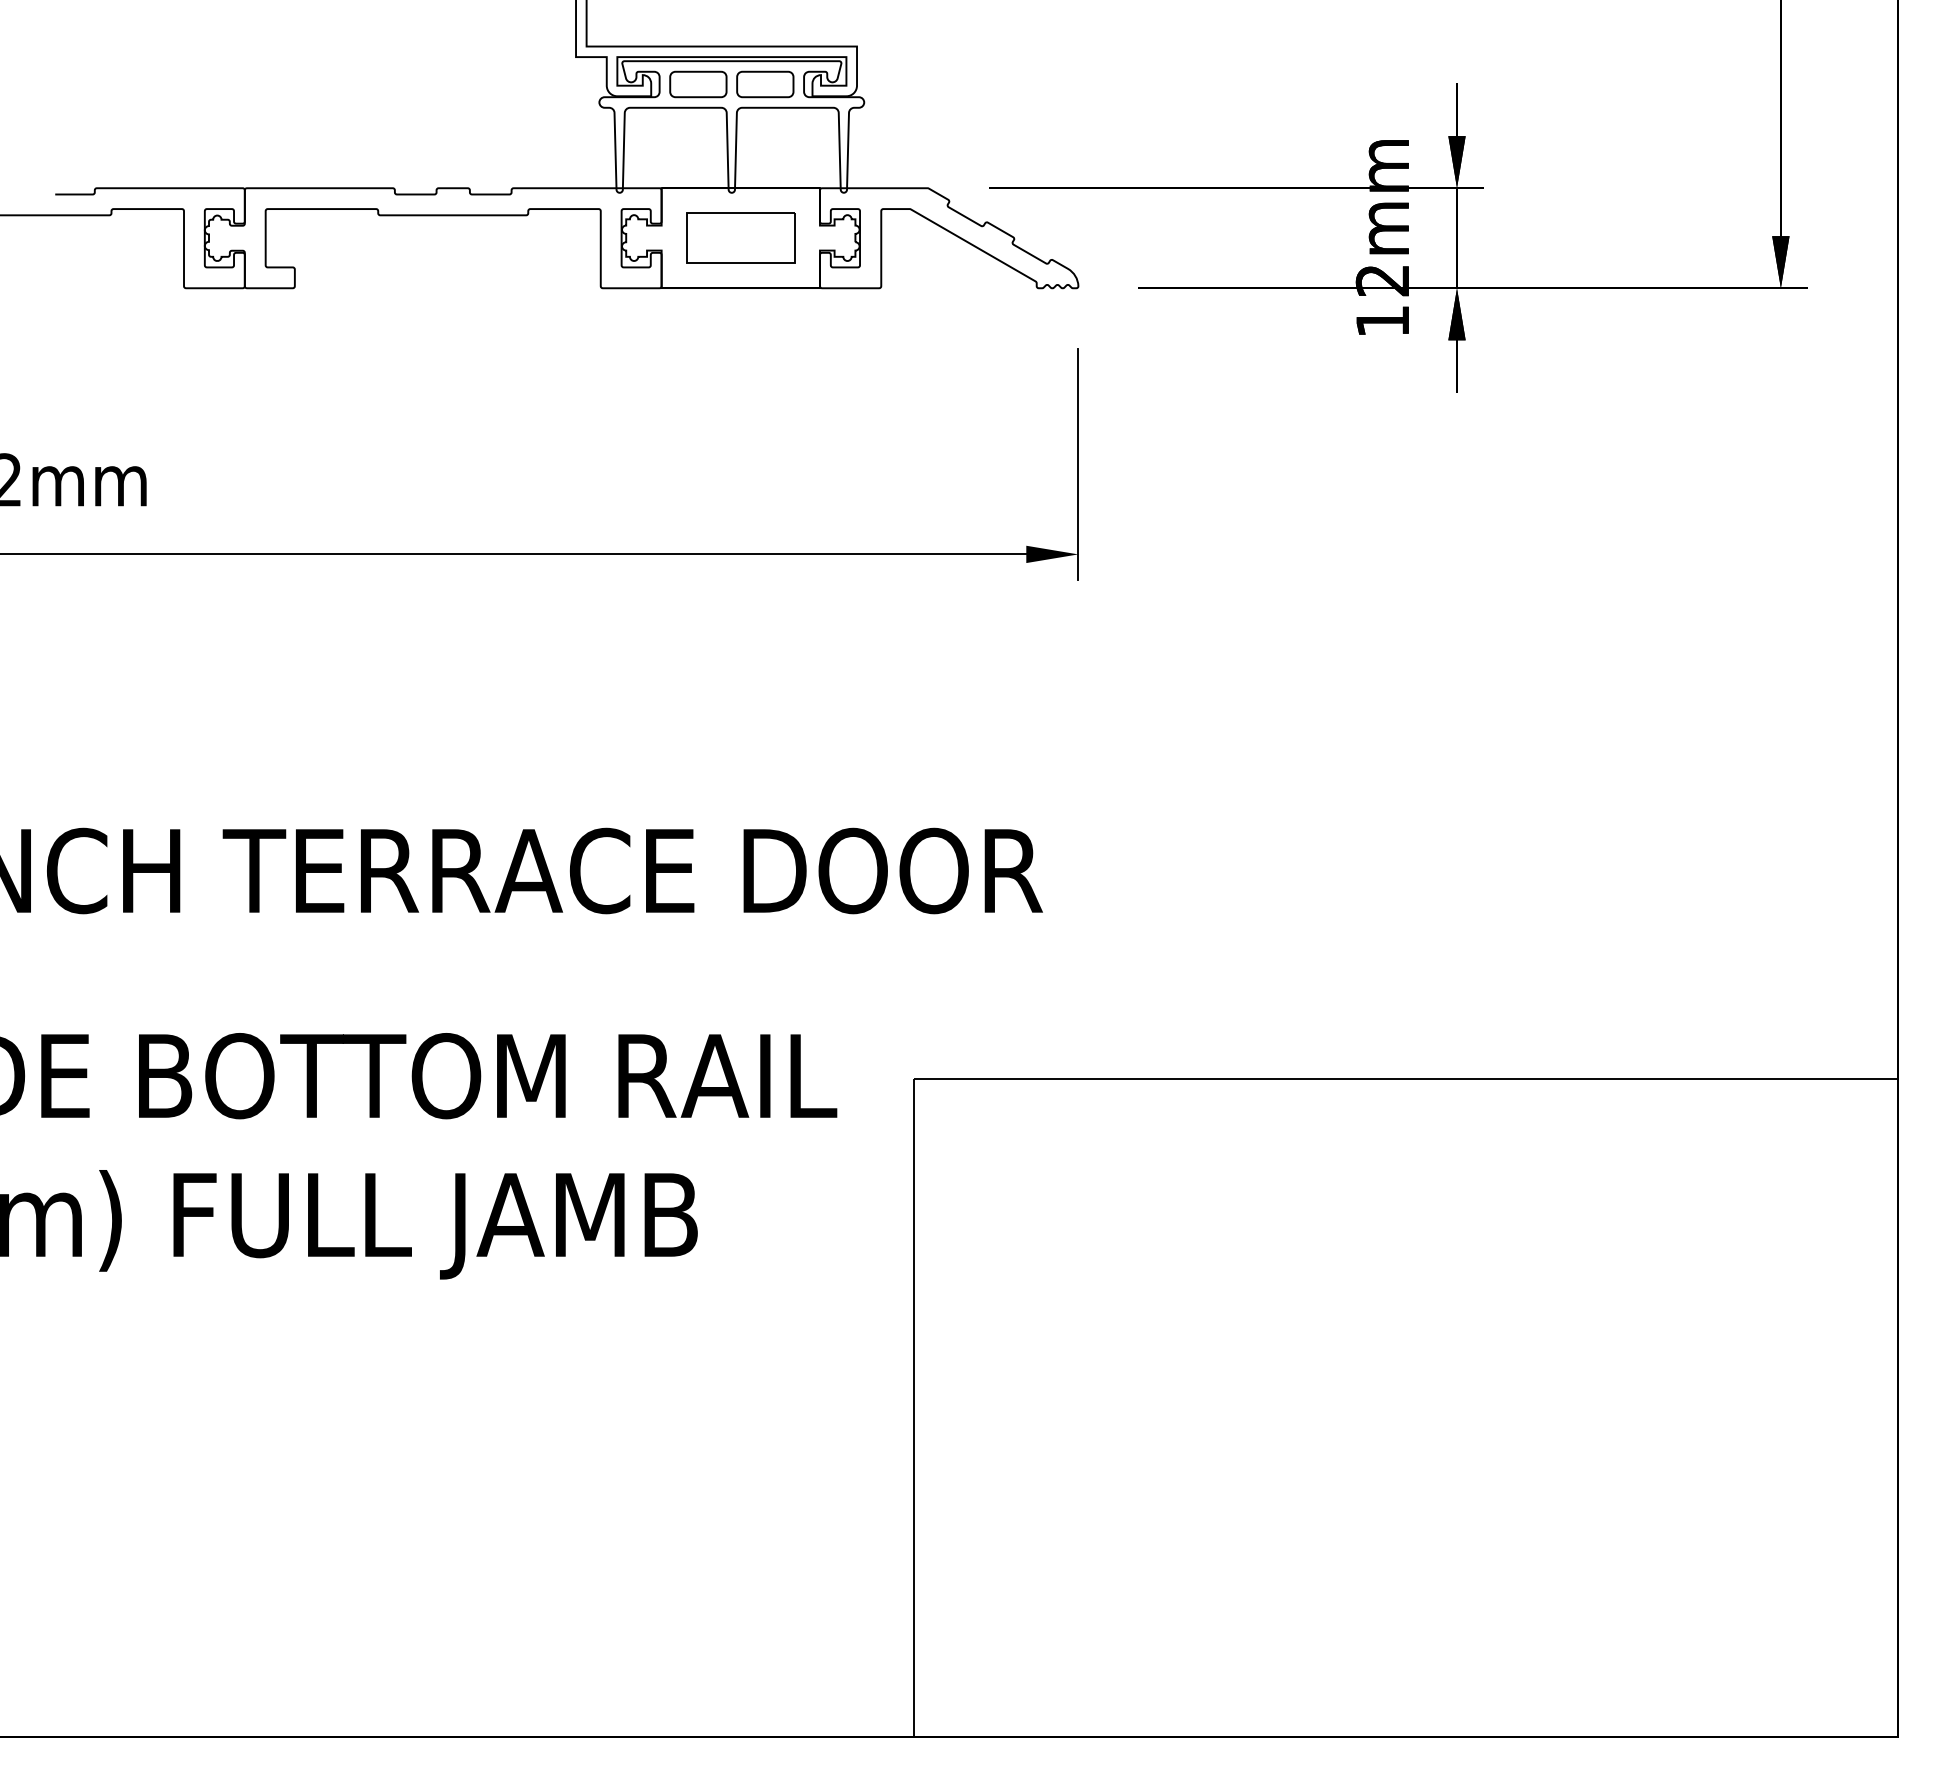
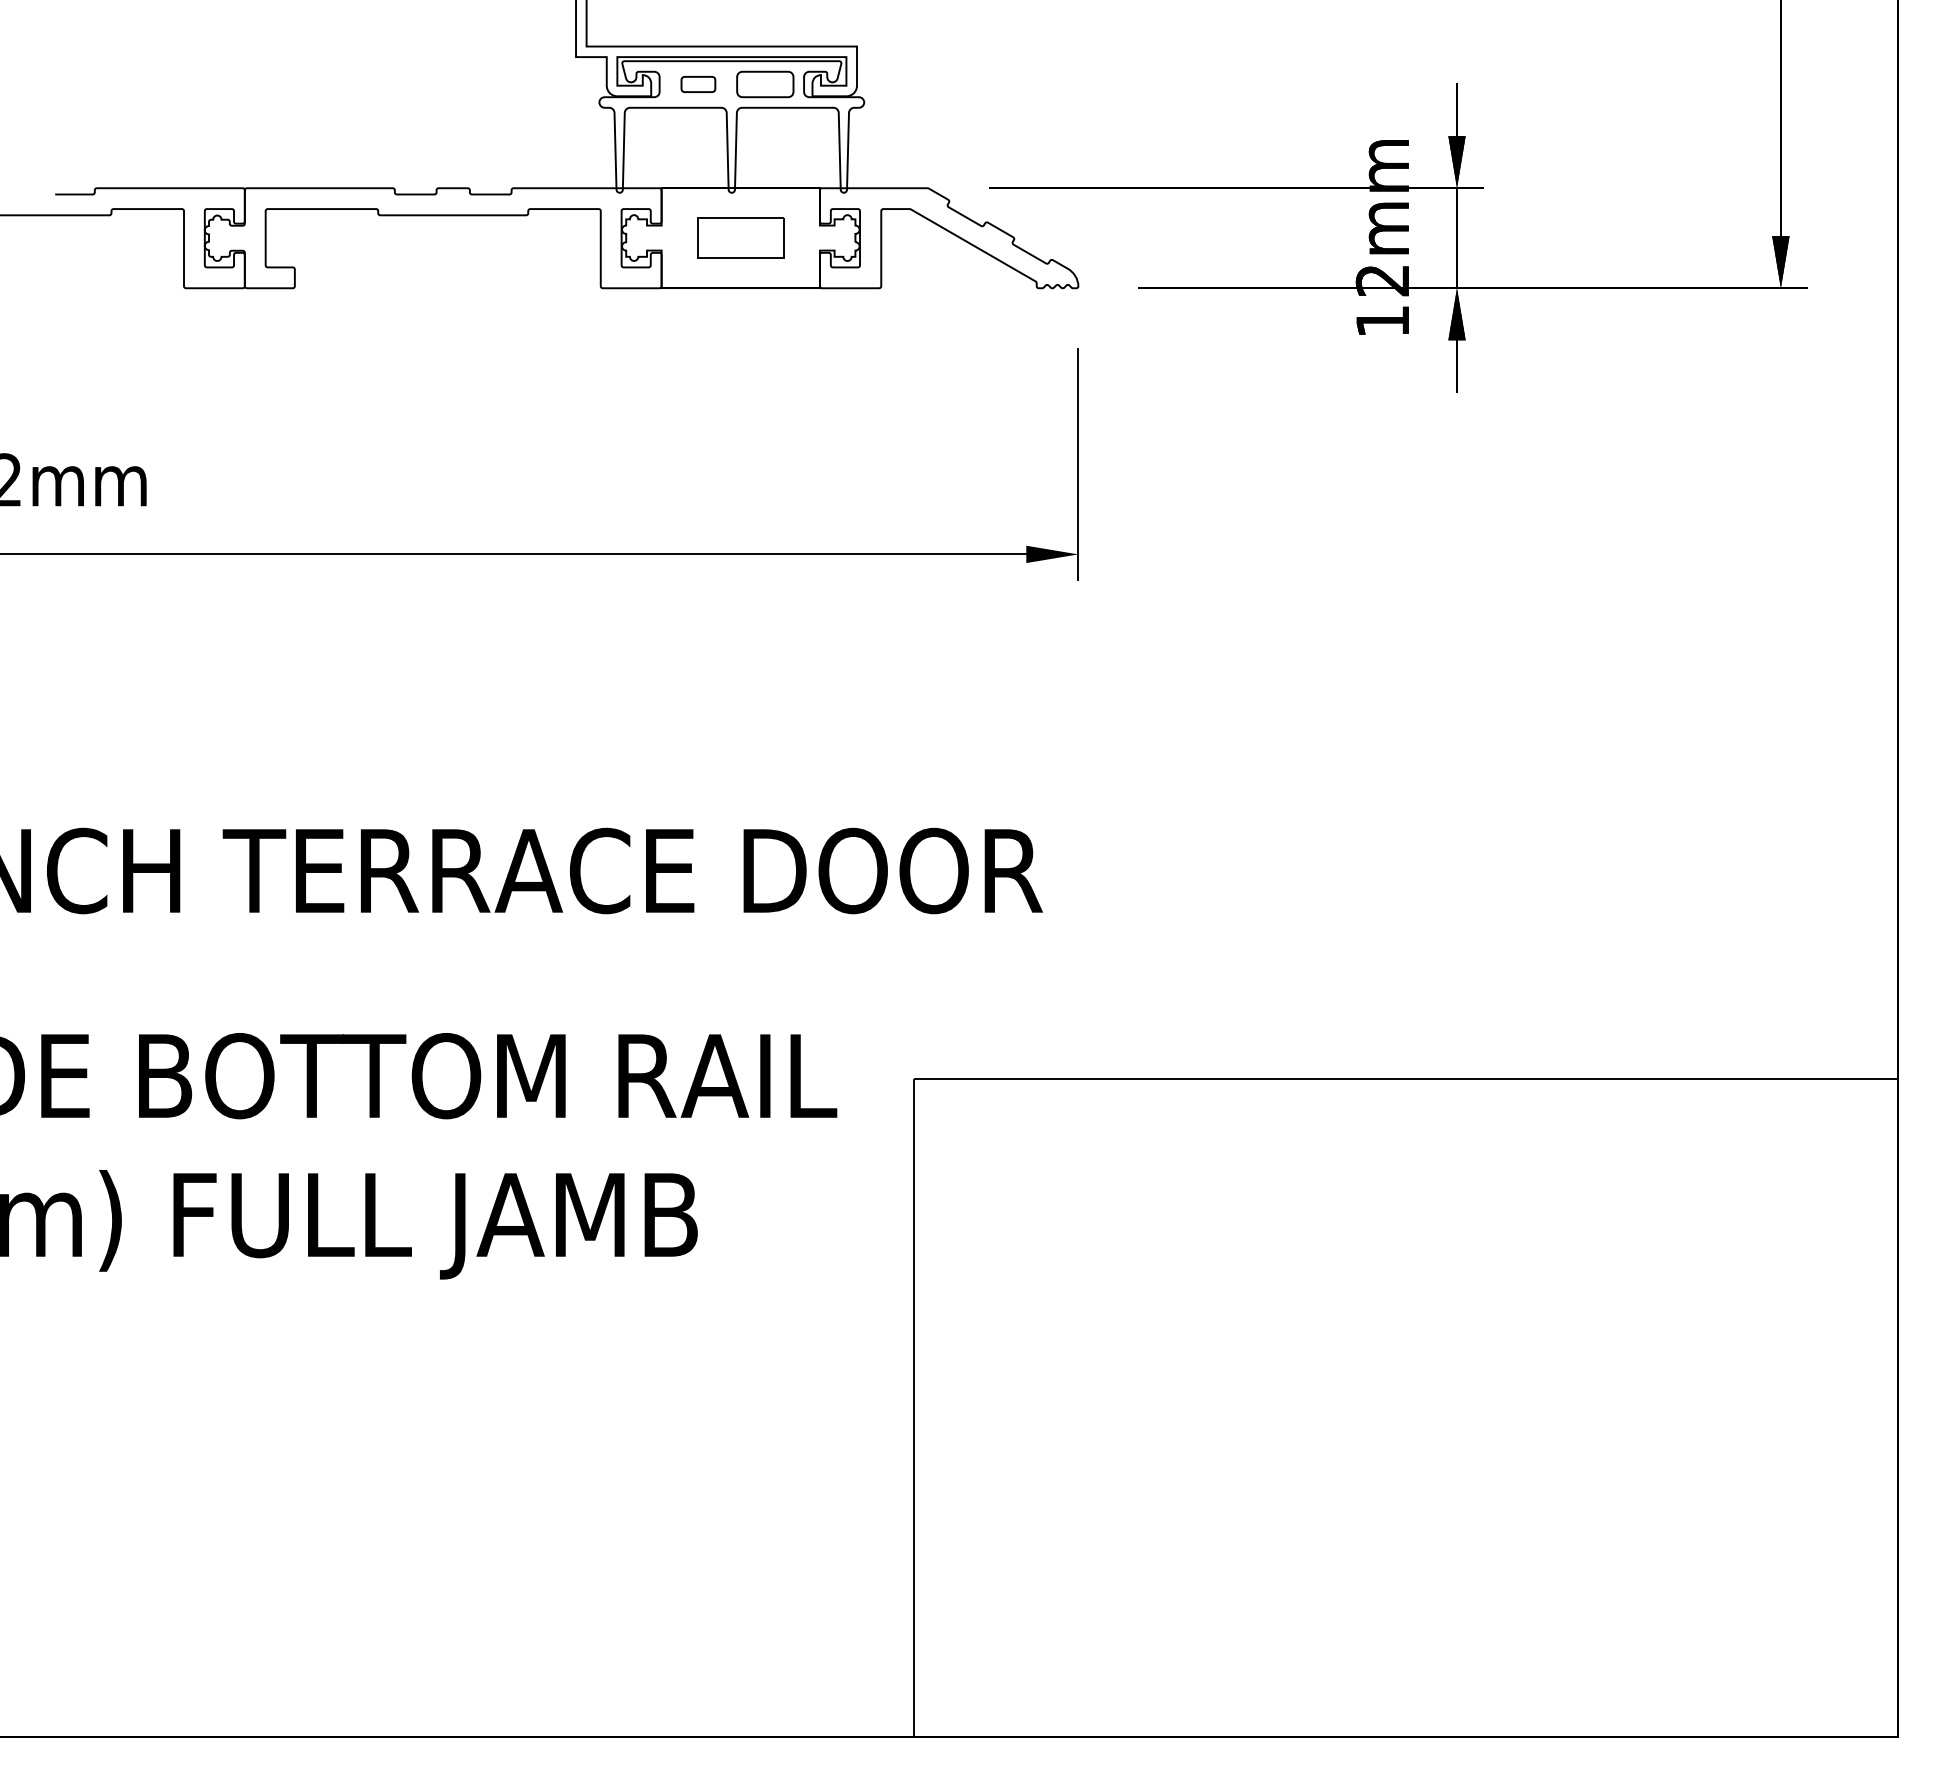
part at (698, 84) size: 59x29 px -> 37x17 px
part at (740, 237) size: 110x52 px -> 88x42 px
